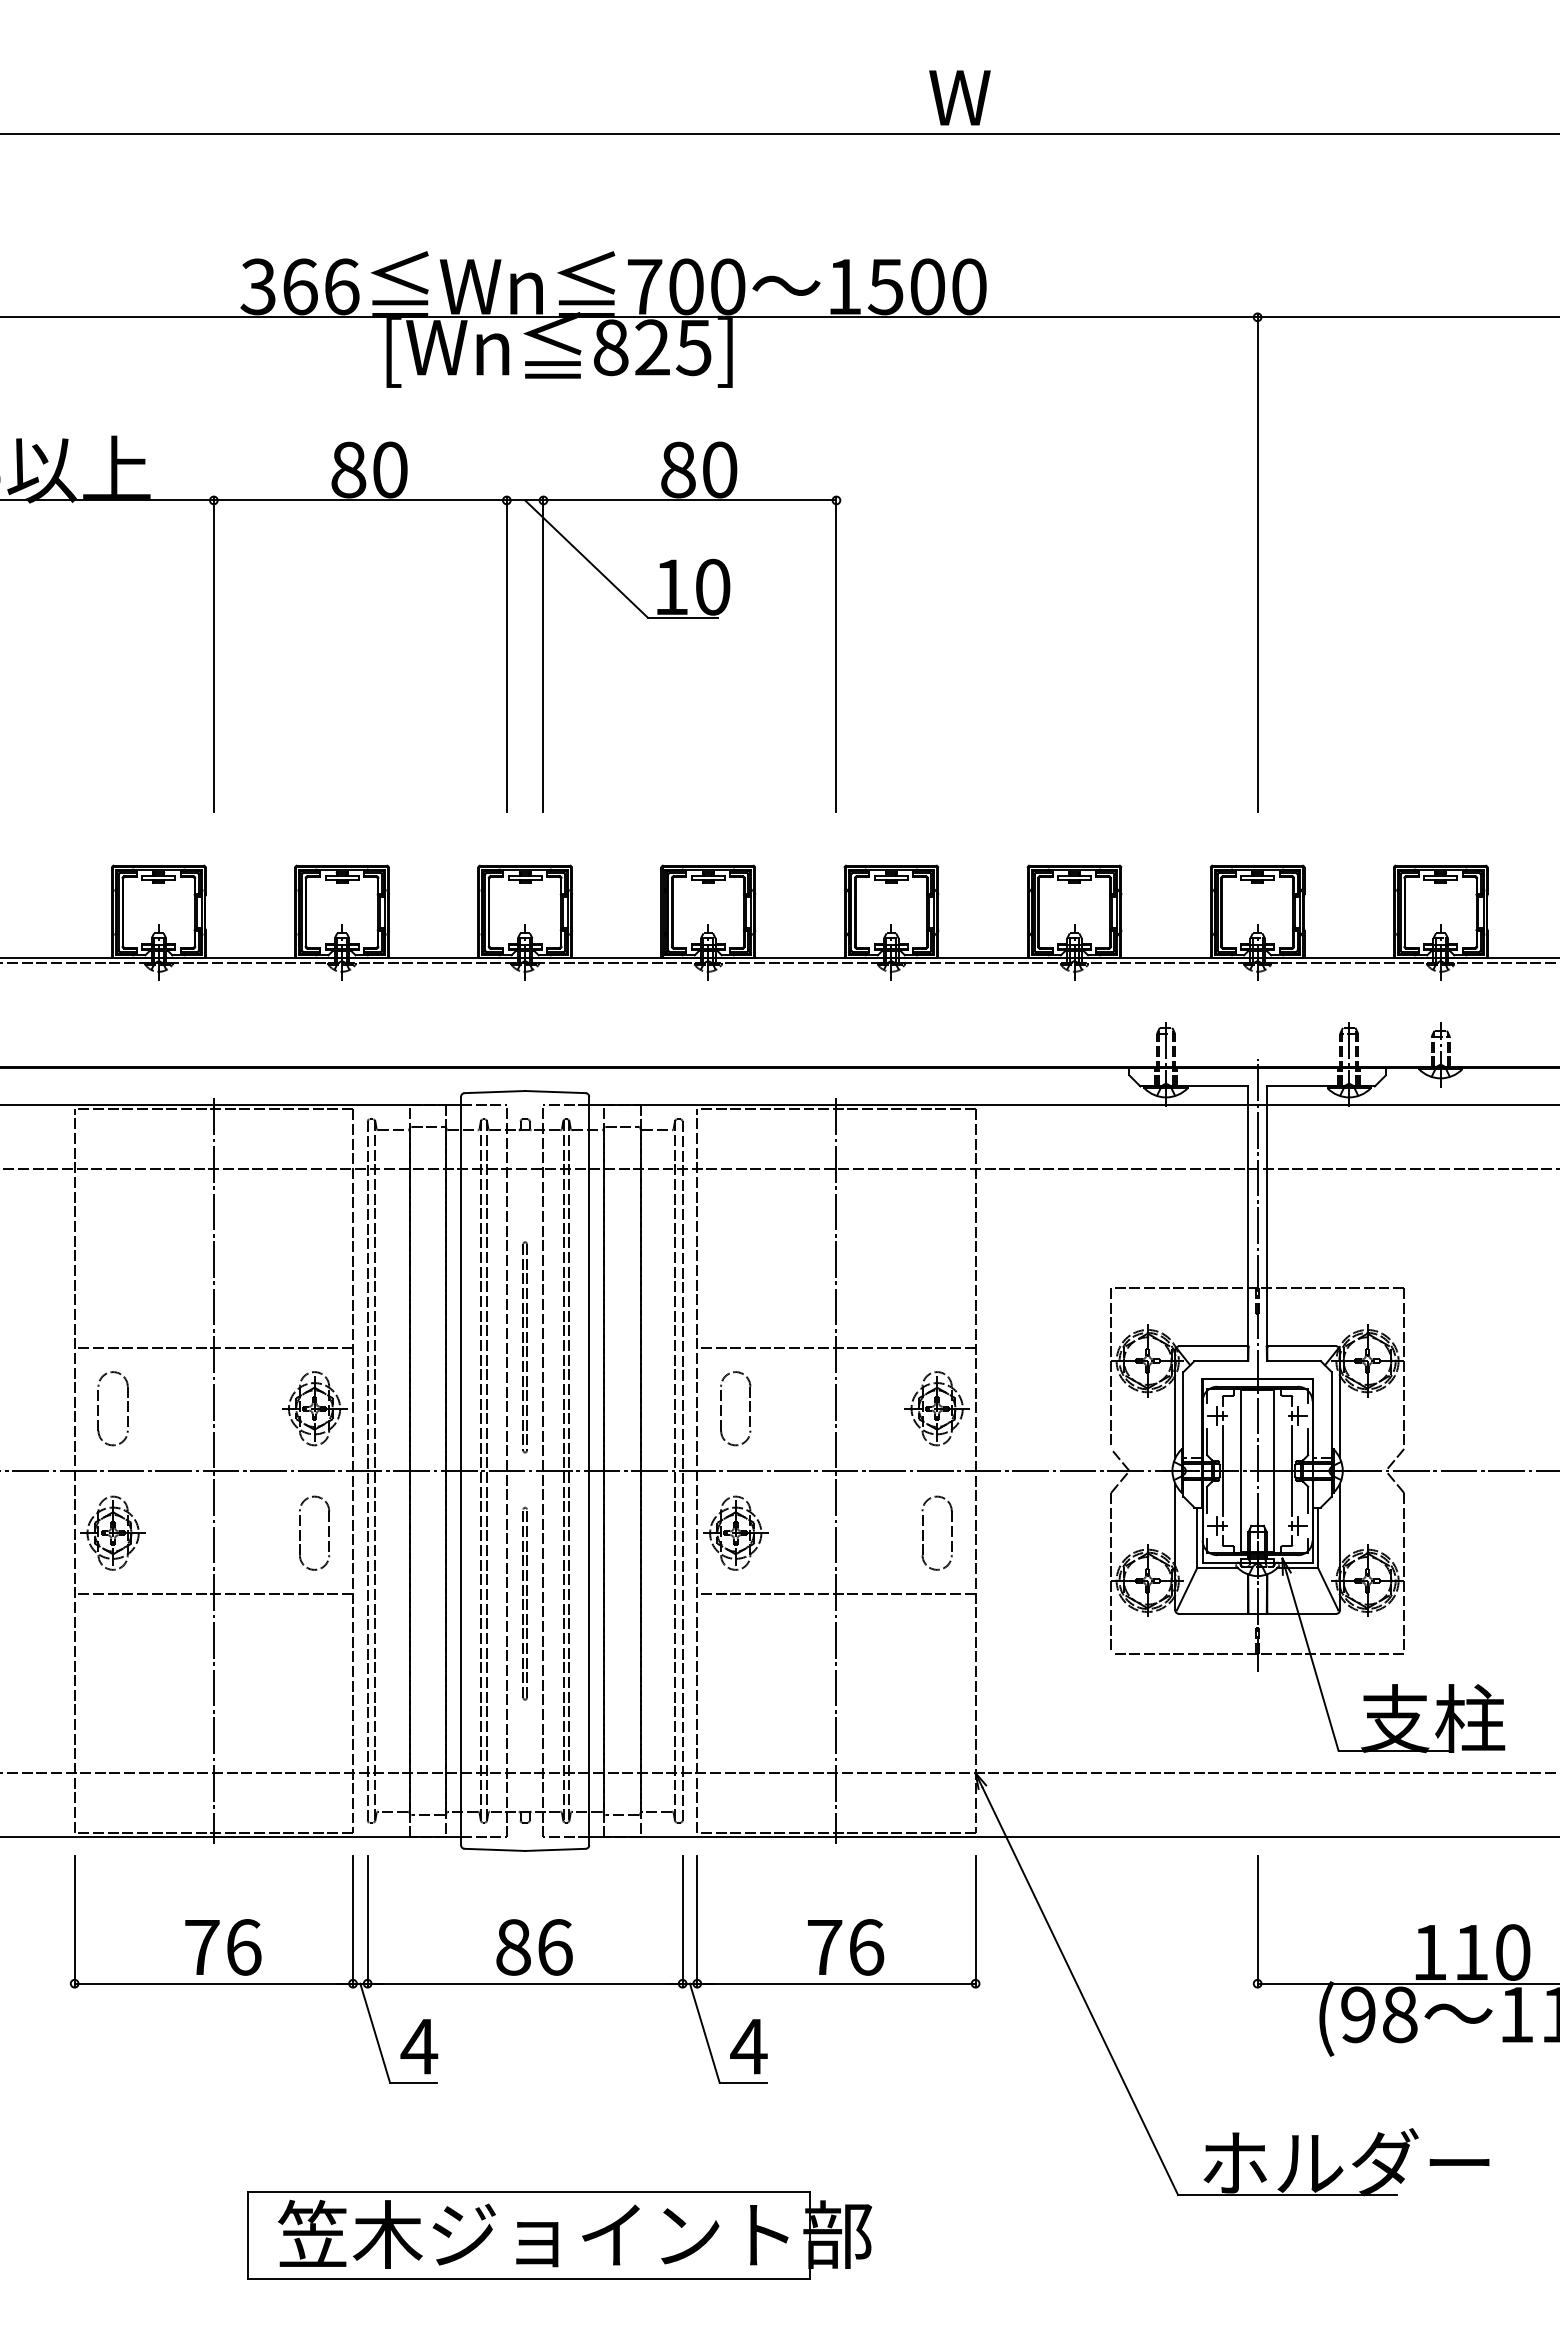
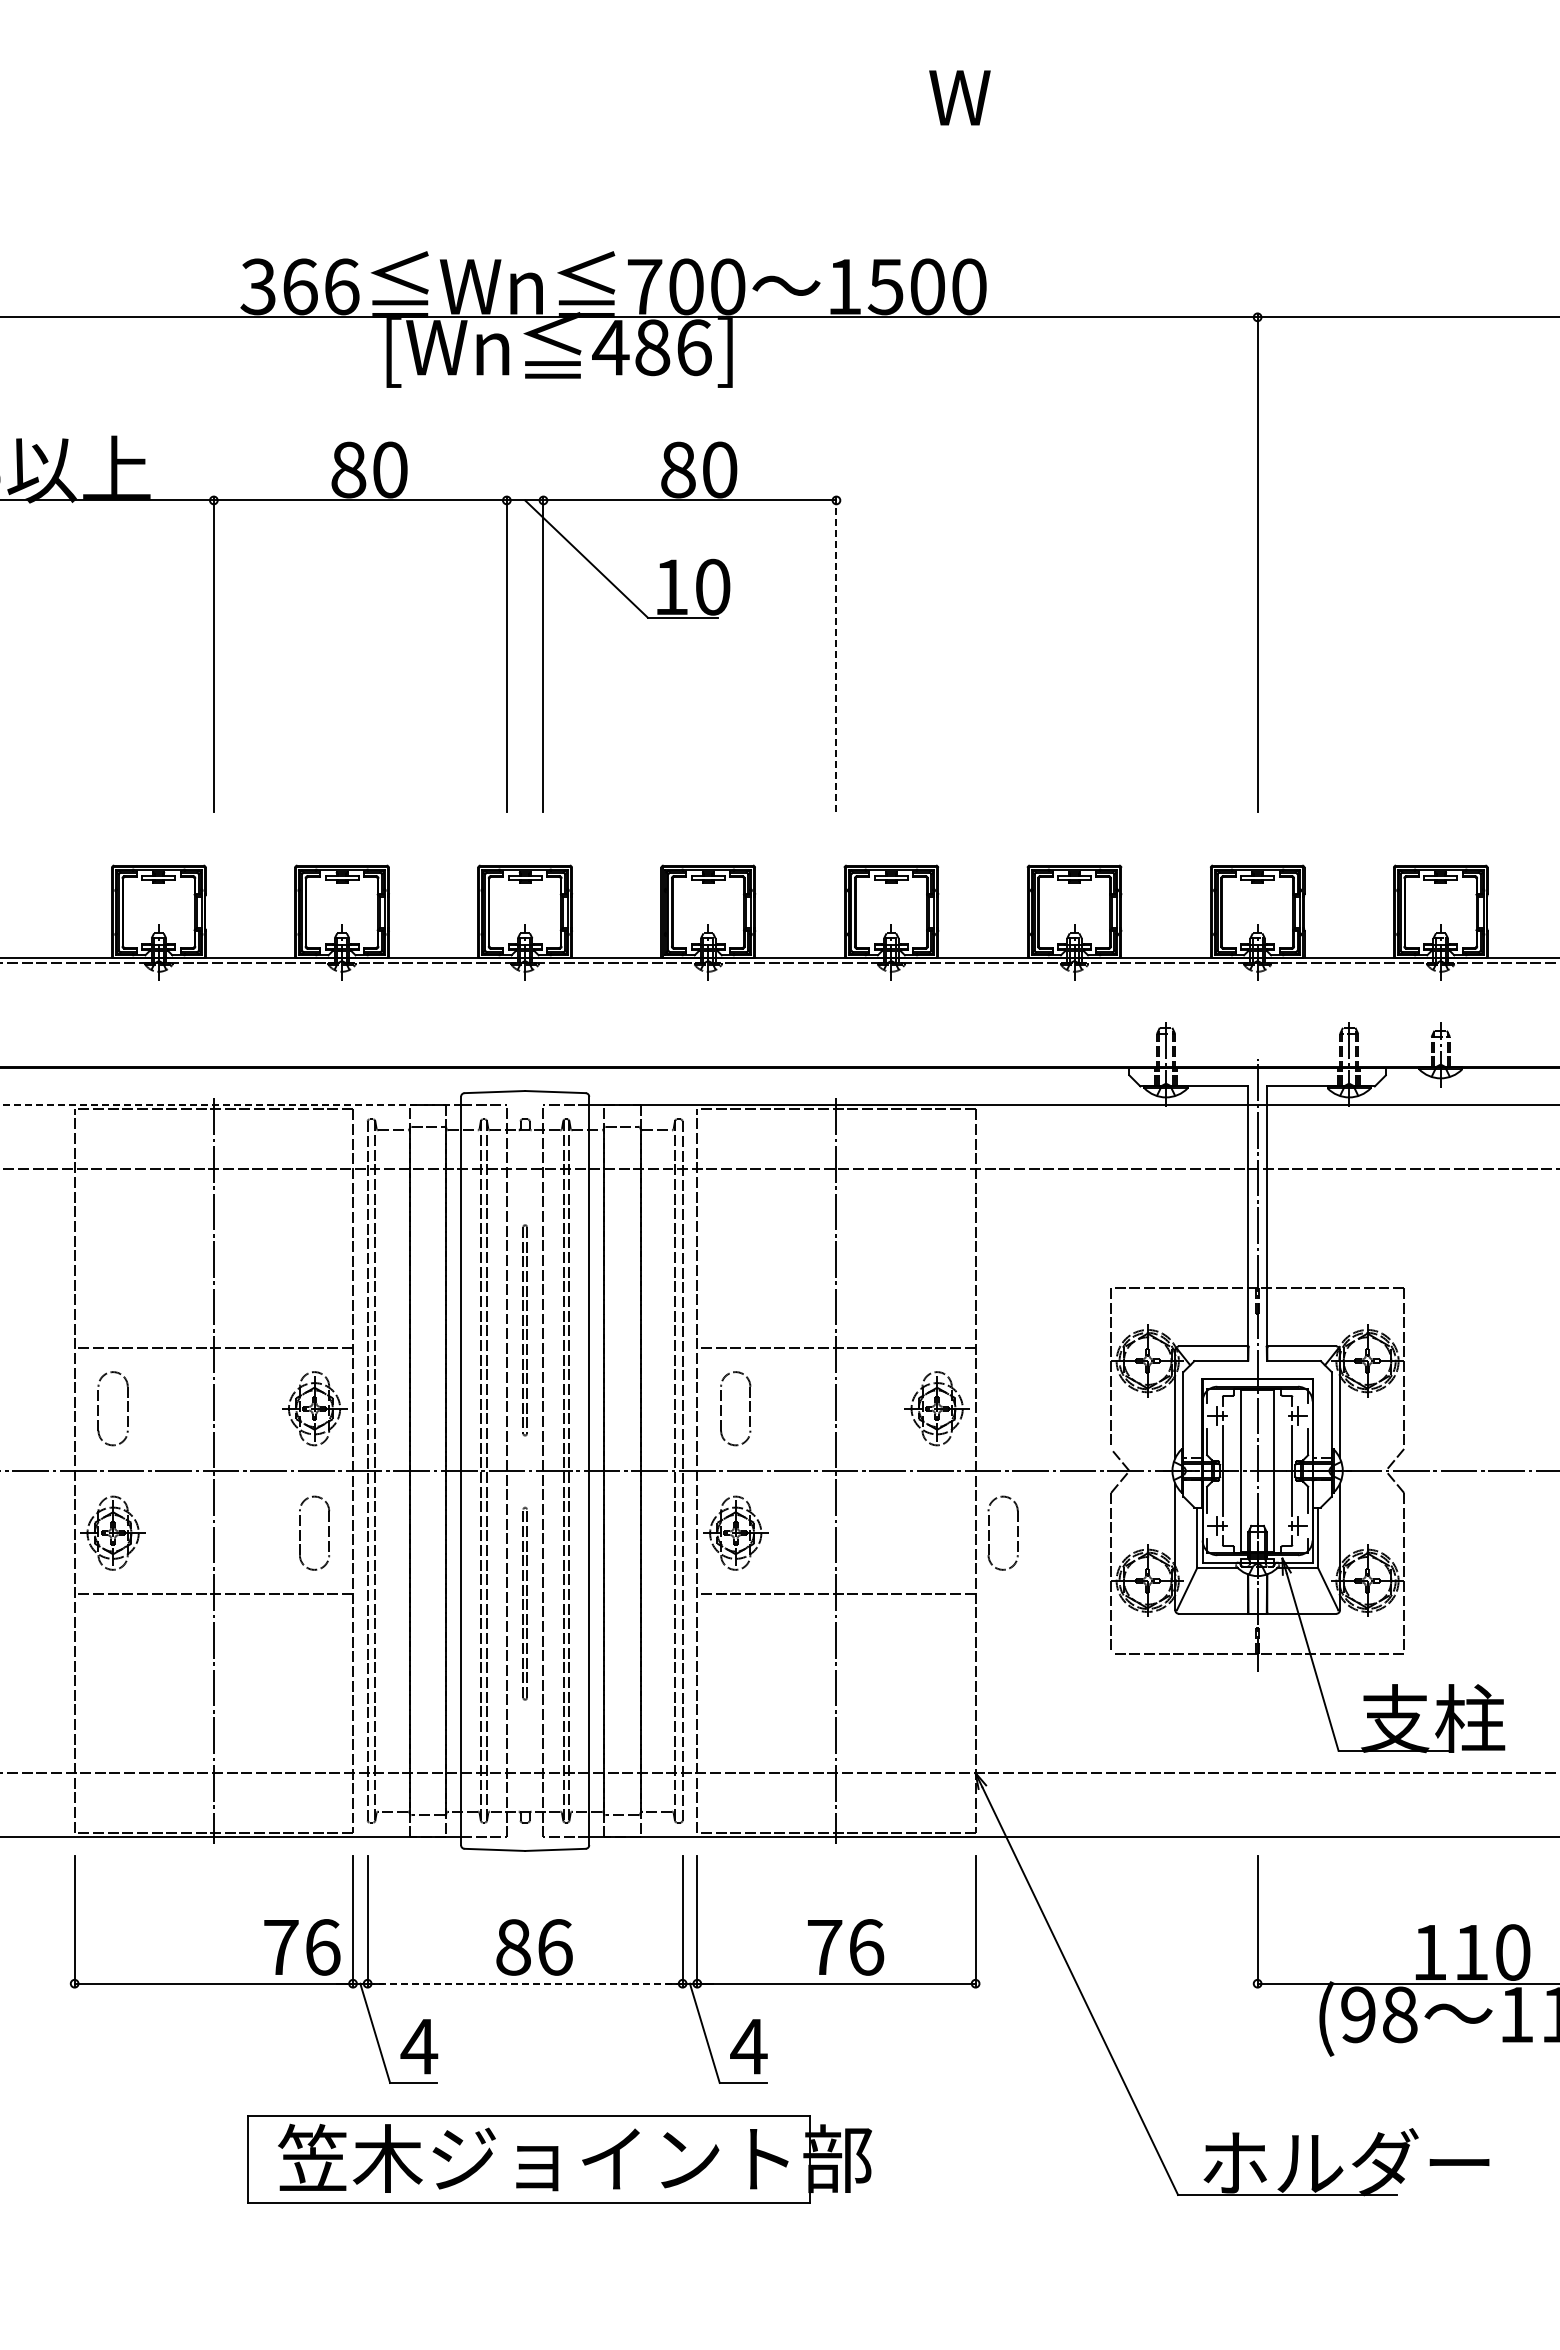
line at (779, 134): present -> none
text at (651, 347): 825] -> 486]
line at (836, 653): solid -> dashed
line at (231, 1104): solid -> dashed
part at (524, 1347) position: (524, 1347) -> (524, 1330)
part at (923, 1532) position: (923, 1532) -> (989, 1532)
text at (223, 1947) position: (223, 1947) -> (302, 1947)
line at (525, 1983): solid -> dashed
part at (559, 2235) position: (559, 2235) -> (559, 2159)
